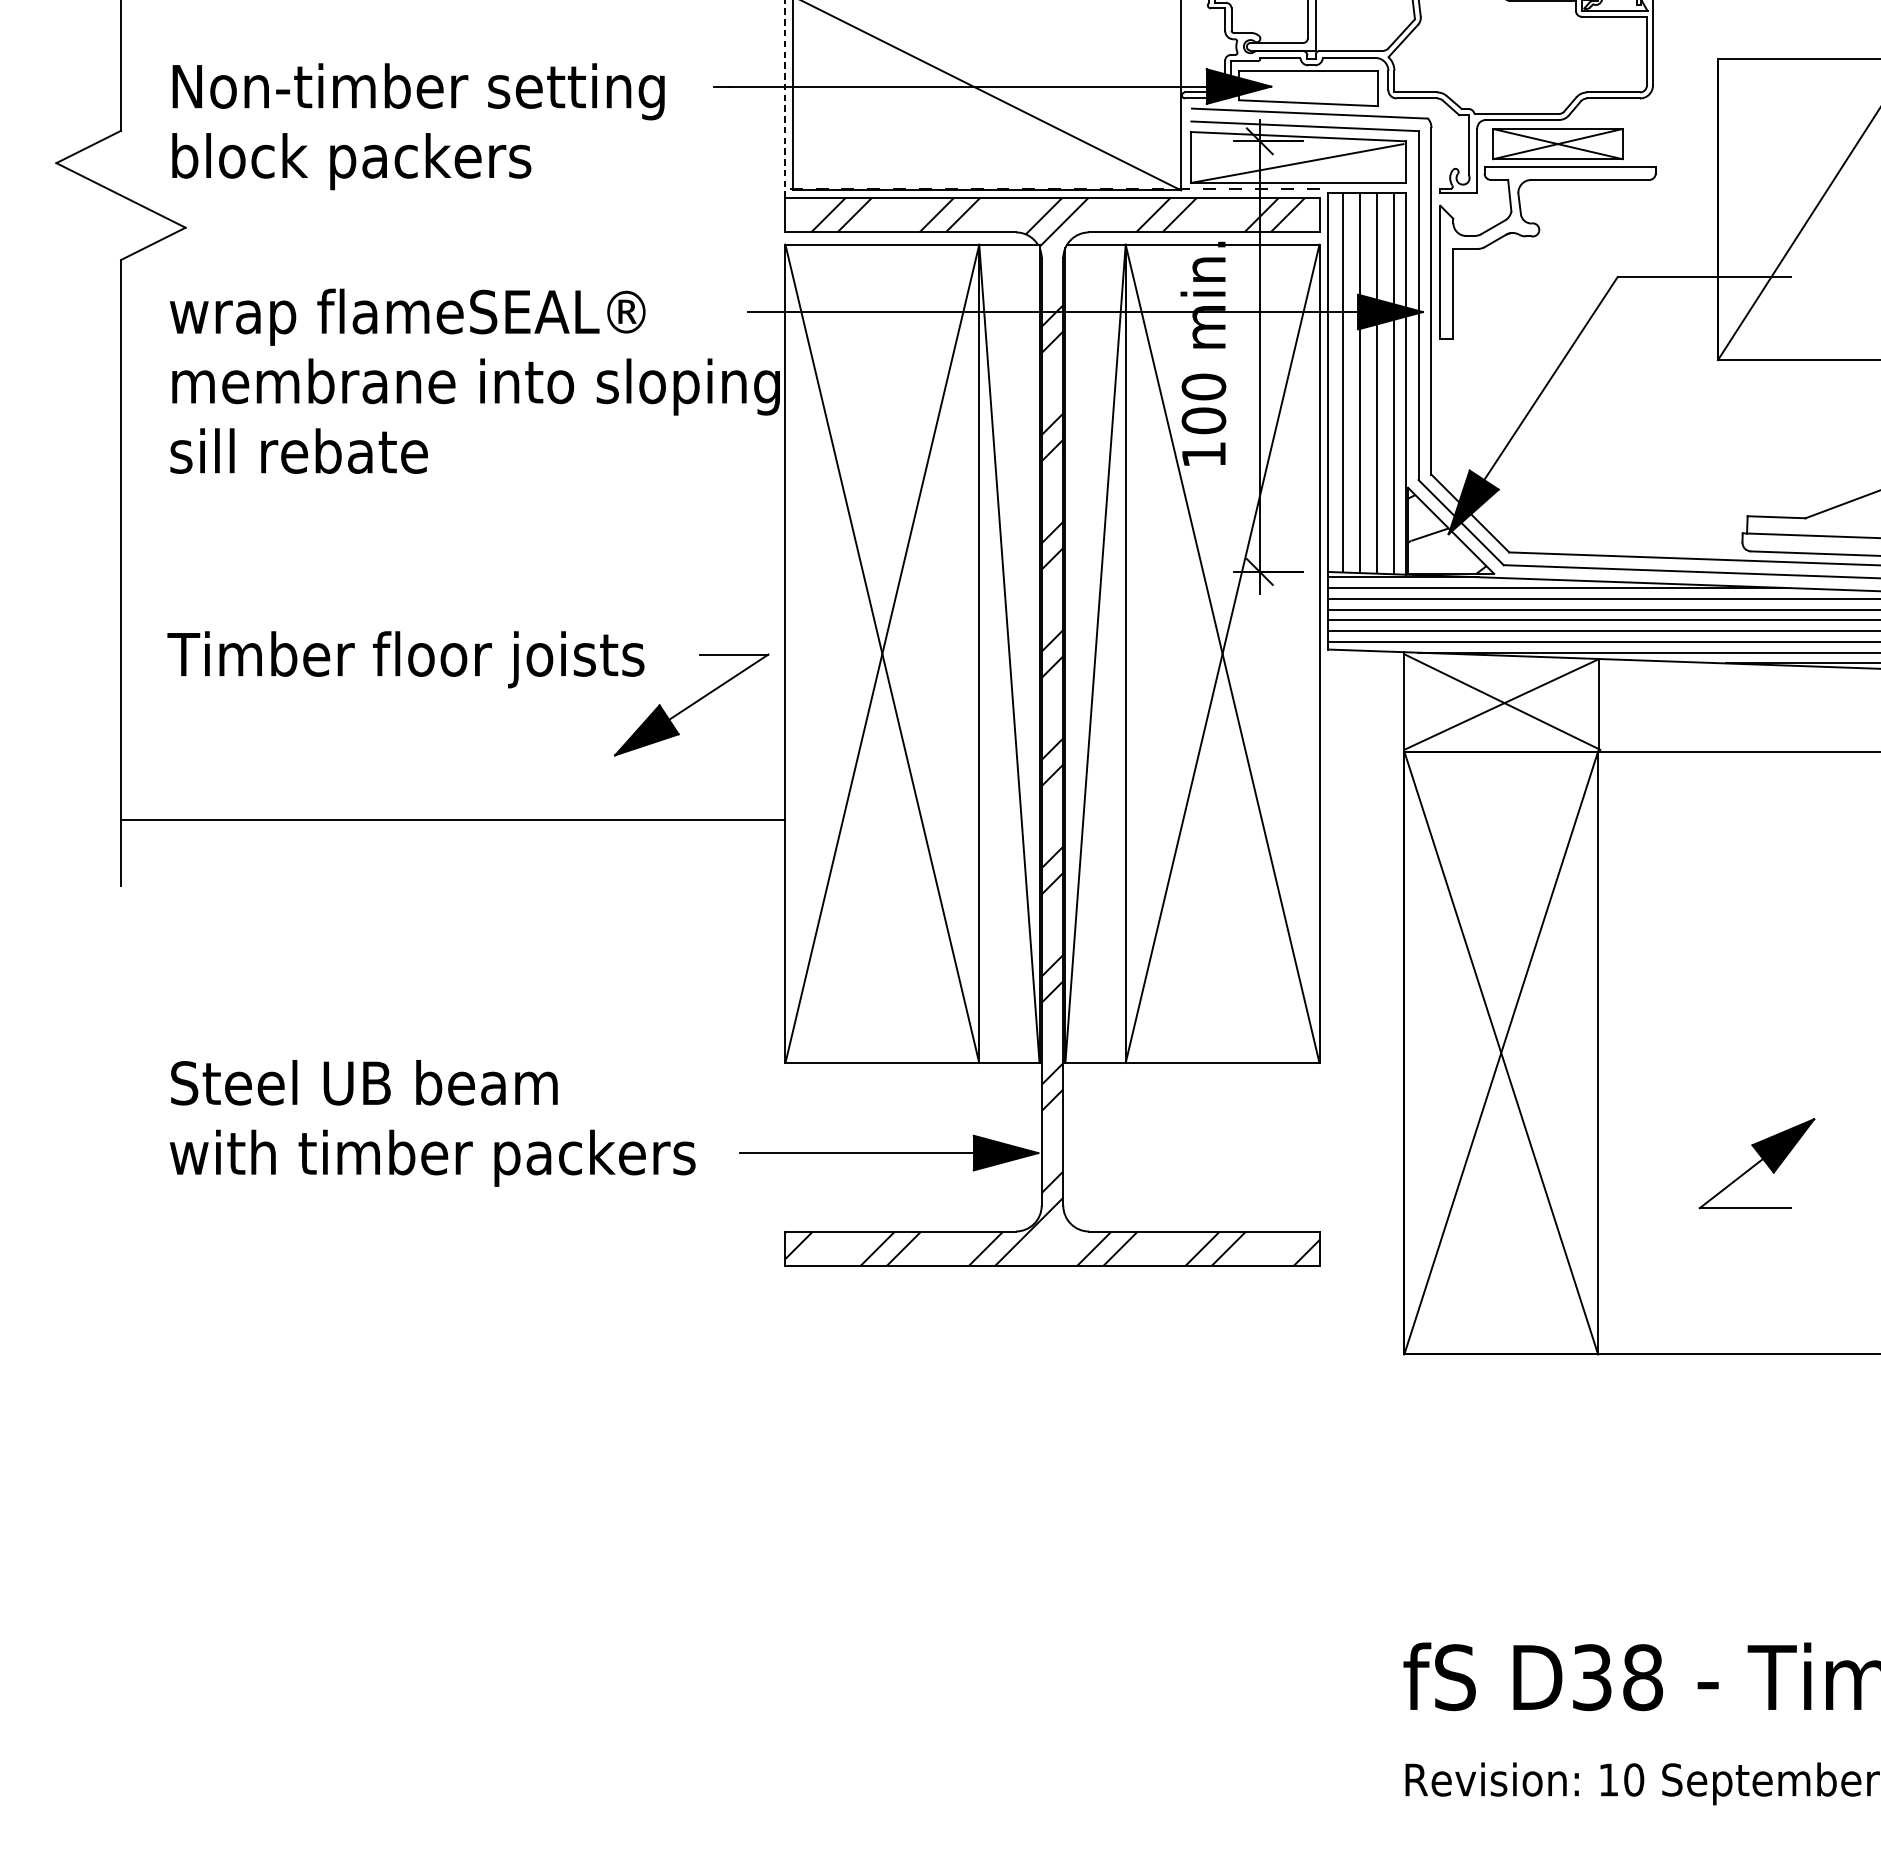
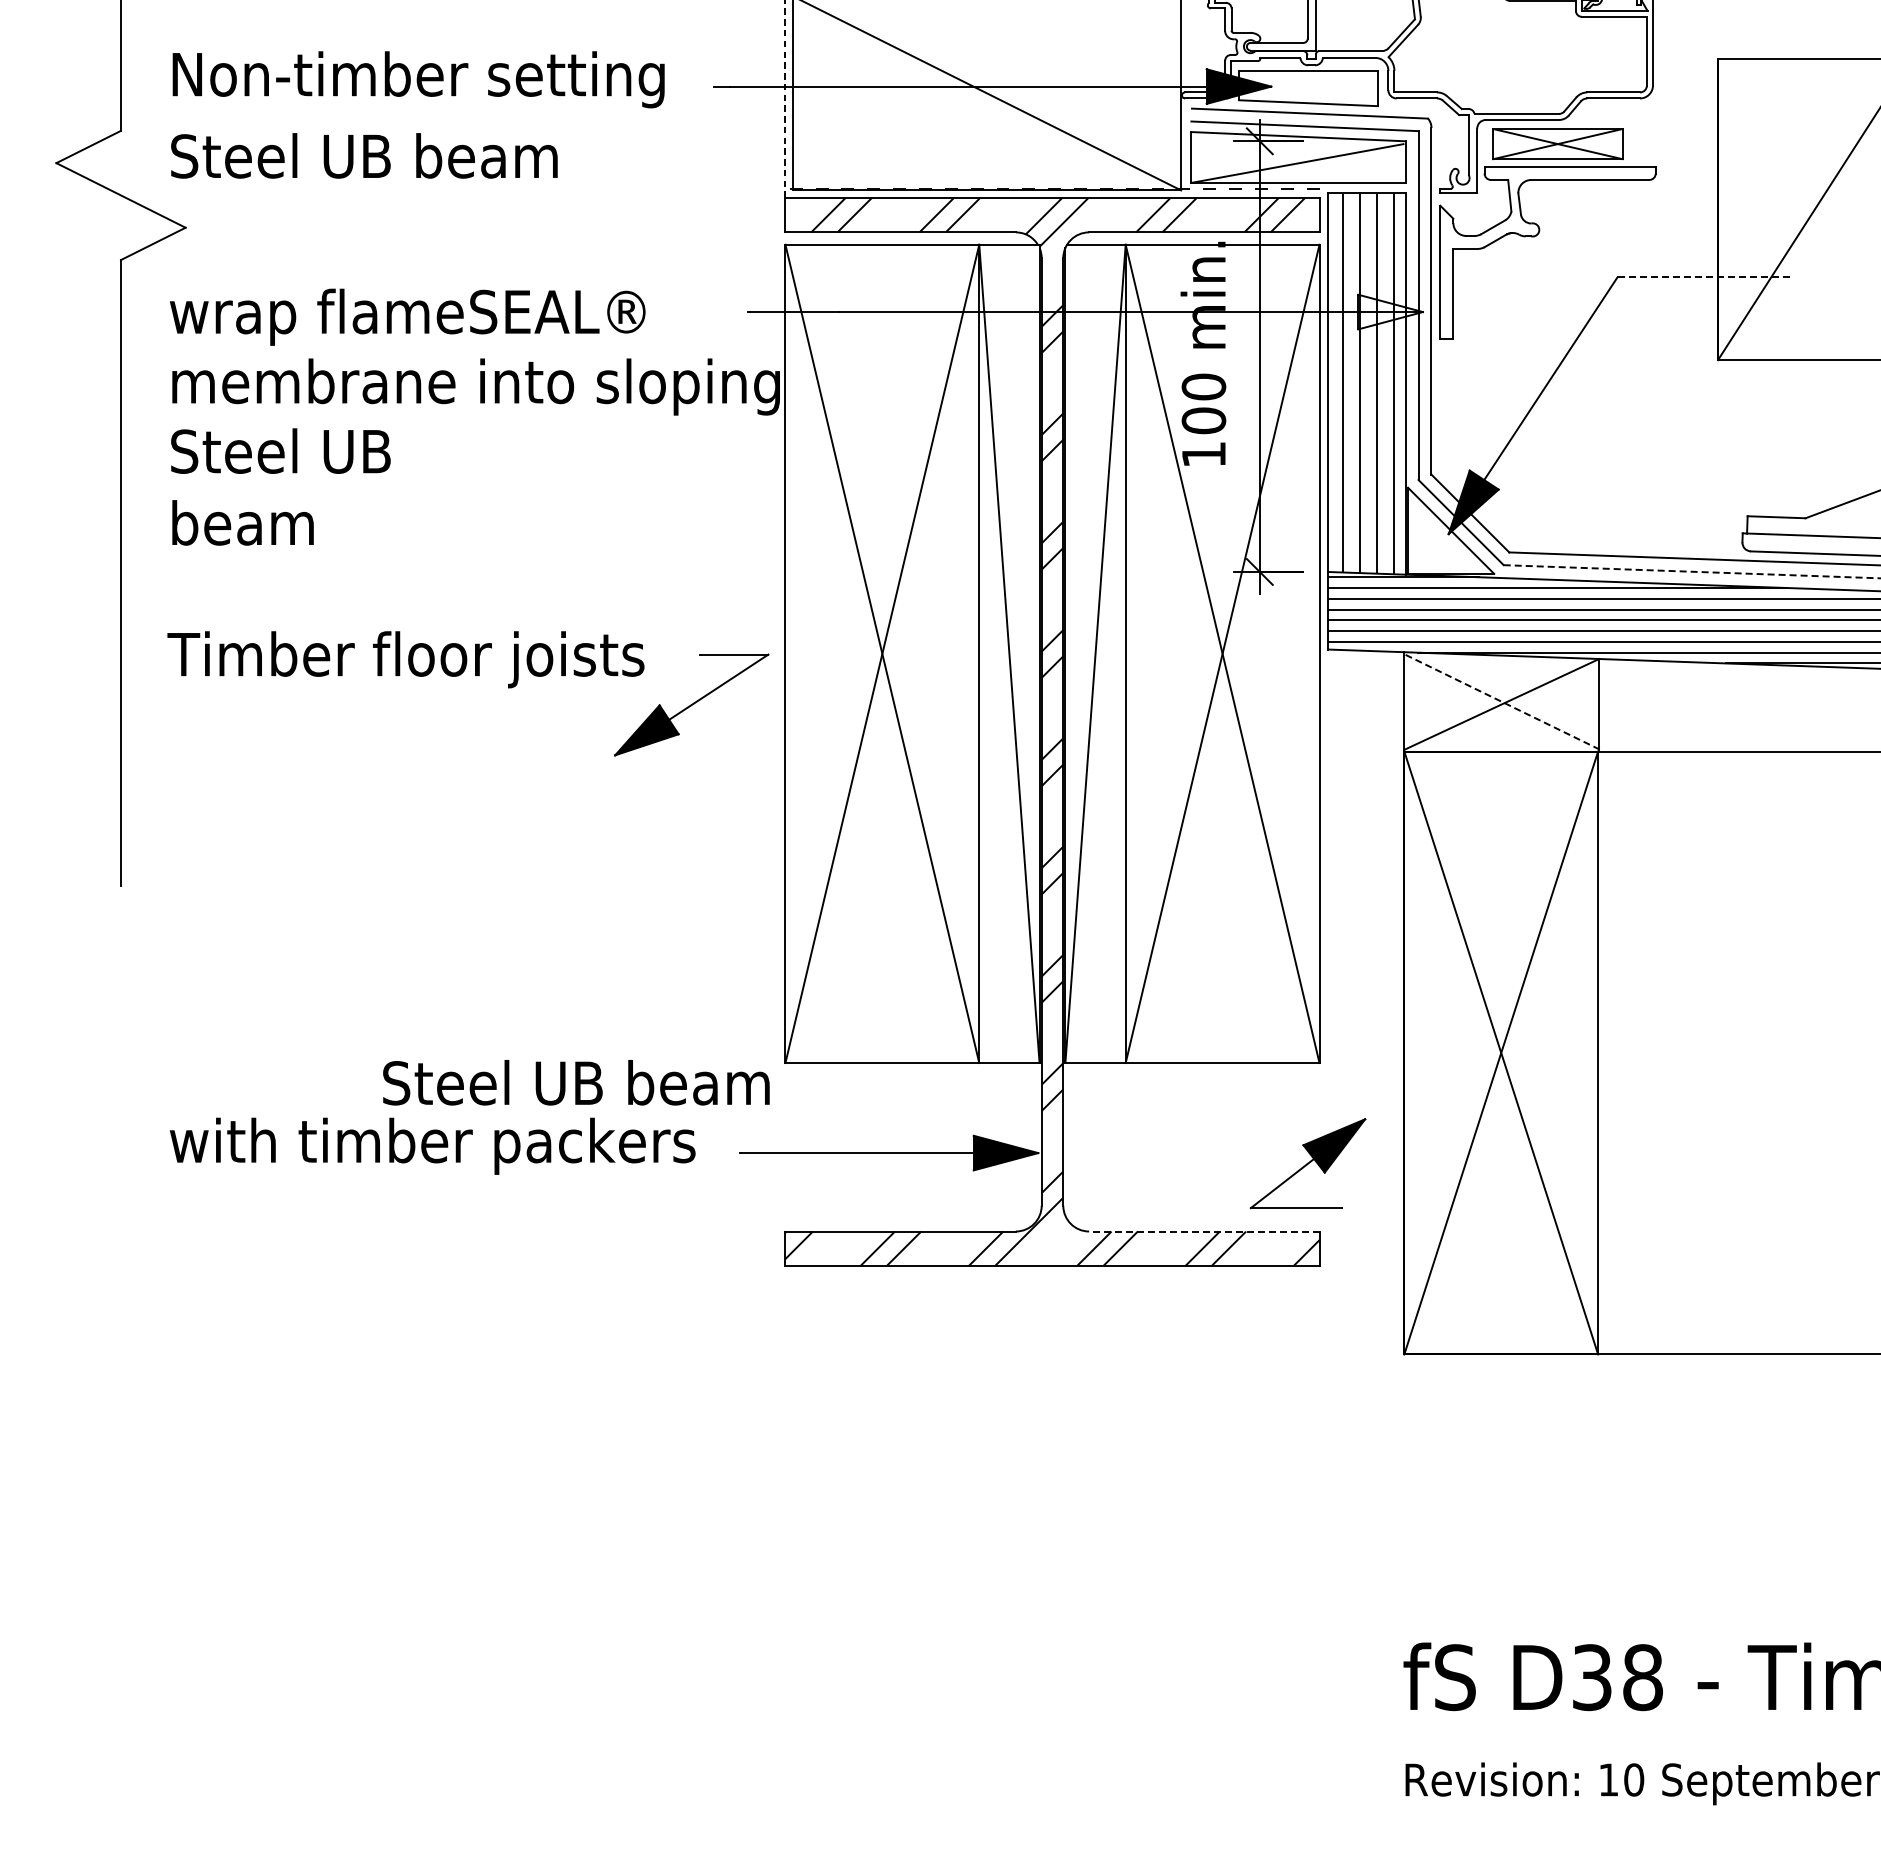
text at (418, 91) position: (418, 91) -> (418, 79)
text at (364, 161): block packers -> Steel UB beam
line at (1704, 277): solid -> dashed
fill at (1390, 311): present -> none
text at (298, 486): sill rebate -> Steel UB beam
hatch at (1447, 534): present -> none
line at (1692, 571): solid -> dashed
line at (1503, 702): solid -> dashed
line at (453, 819): present -> none
text at (364, 1082) position: (364, 1082) -> (576, 1082)
text at (432, 1157) position: (432, 1157) -> (432, 1145)
part at (1756, 1163) position: (1756, 1163) -> (1307, 1163)
line at (1203, 1231): solid -> dashed
